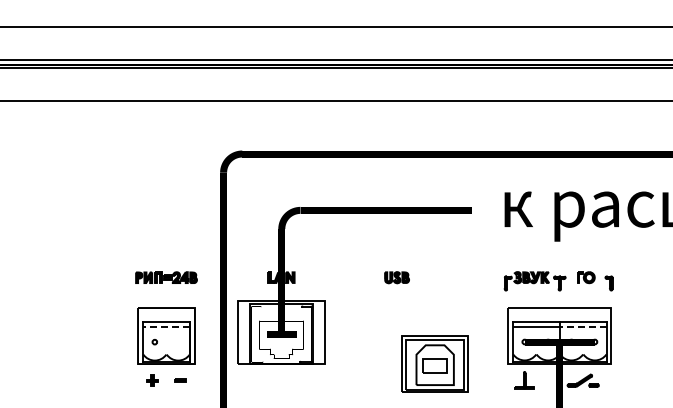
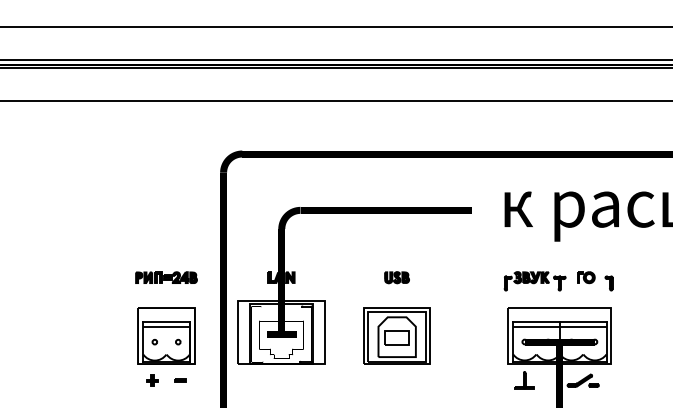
line at (166, 326): dashed -> solid
line at (582, 326): dashed -> solid
circle at (178, 341): none -> present
part at (434, 363) position: (434, 363) -> (396, 335)
